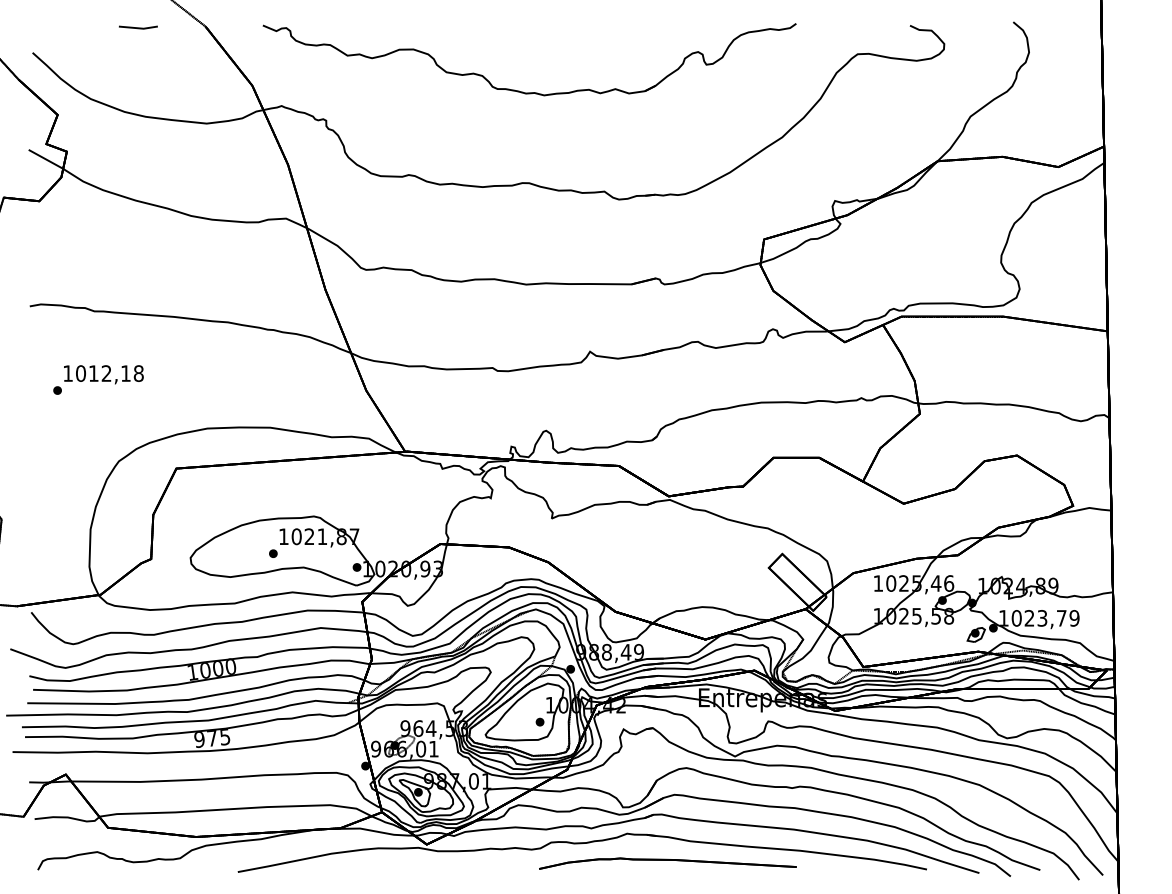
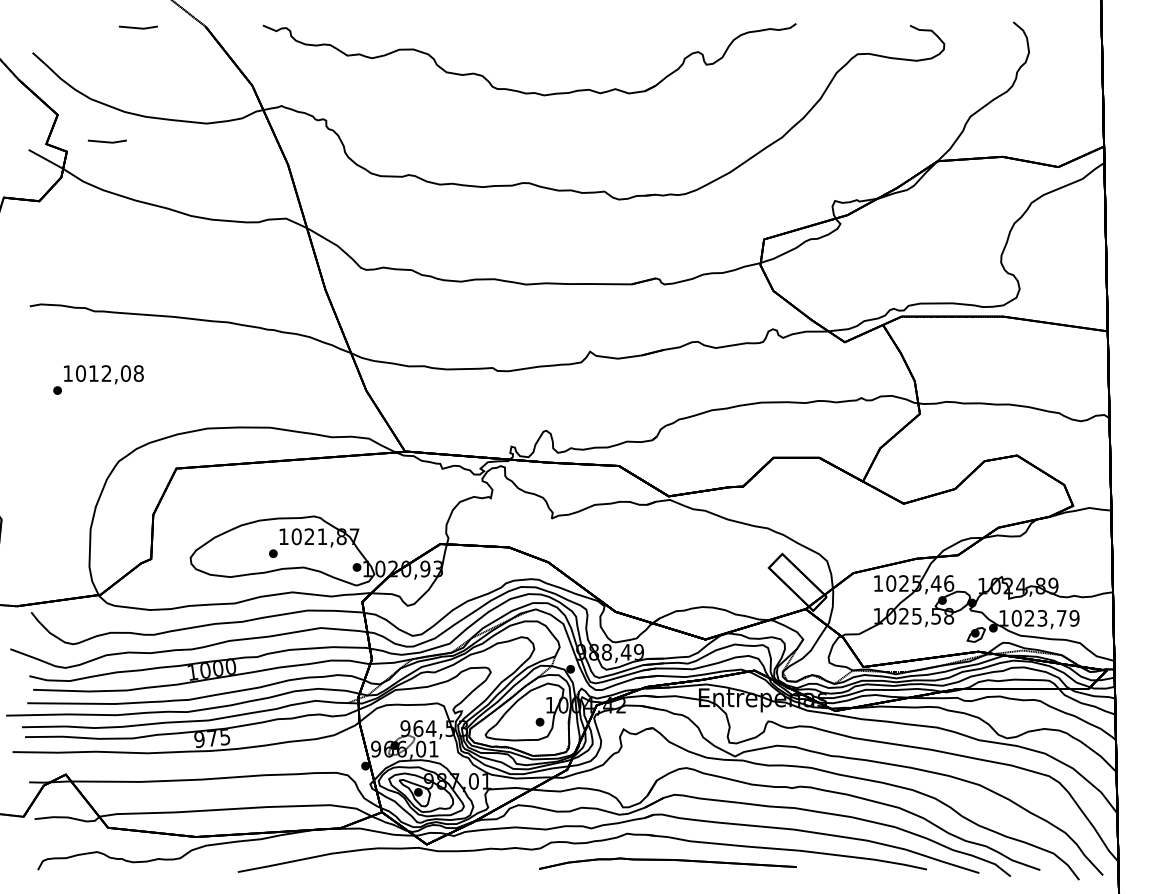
line at (107, 141): none -> present
text at (125, 373): 1012,18 -> 1012,08
